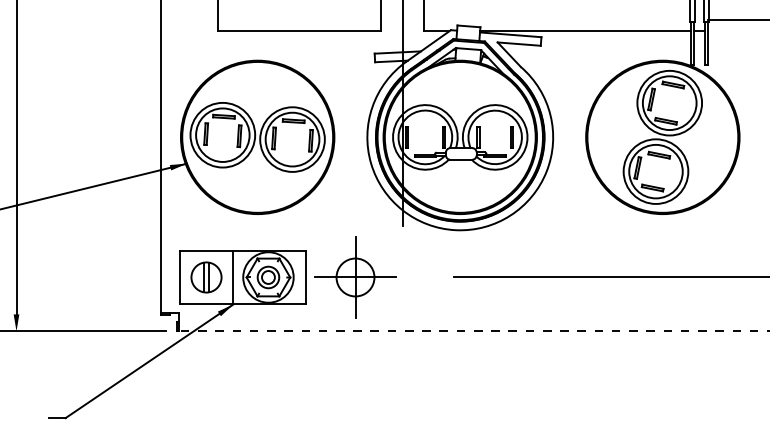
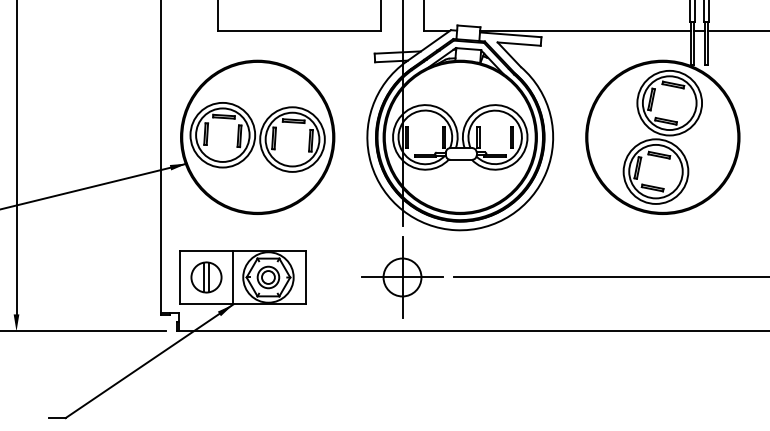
line at (736, 20) position: (736, 20) -> (736, 31)
part at (355, 277) position: (355, 277) -> (402, 277)
line at (474, 331): dashed -> solid
